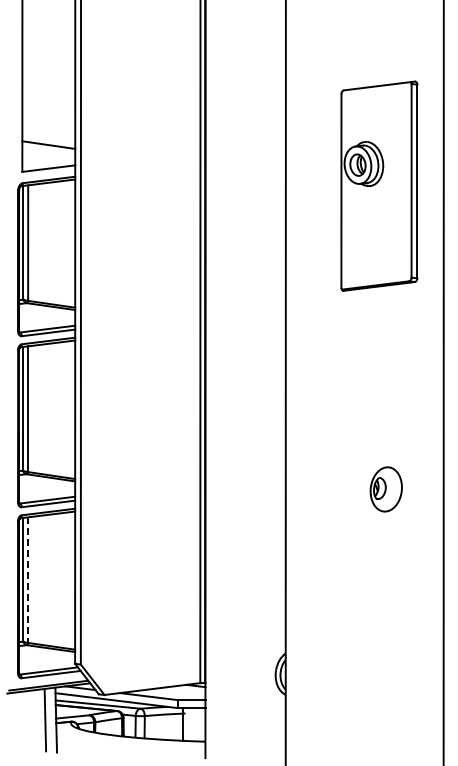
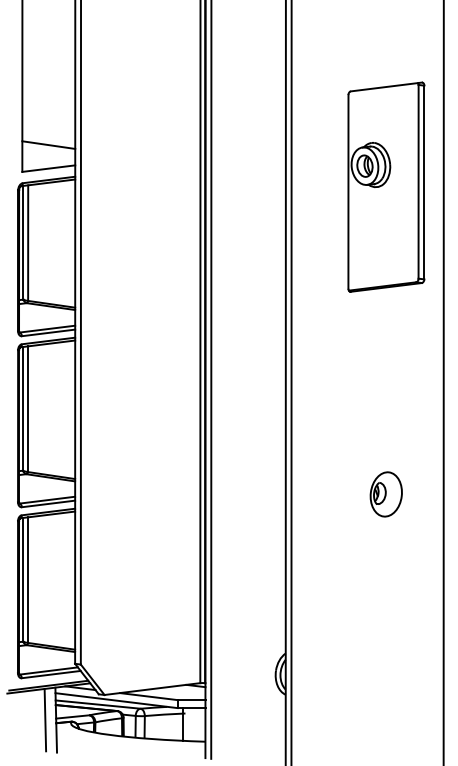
part at (379, 185) position: (379, 185) -> (386, 186)
line at (211, 380): none -> present
line at (291, 382): none -> present
part at (385, 489) position: (385, 489) -> (385, 494)
line at (28, 580): dashed -> solid
